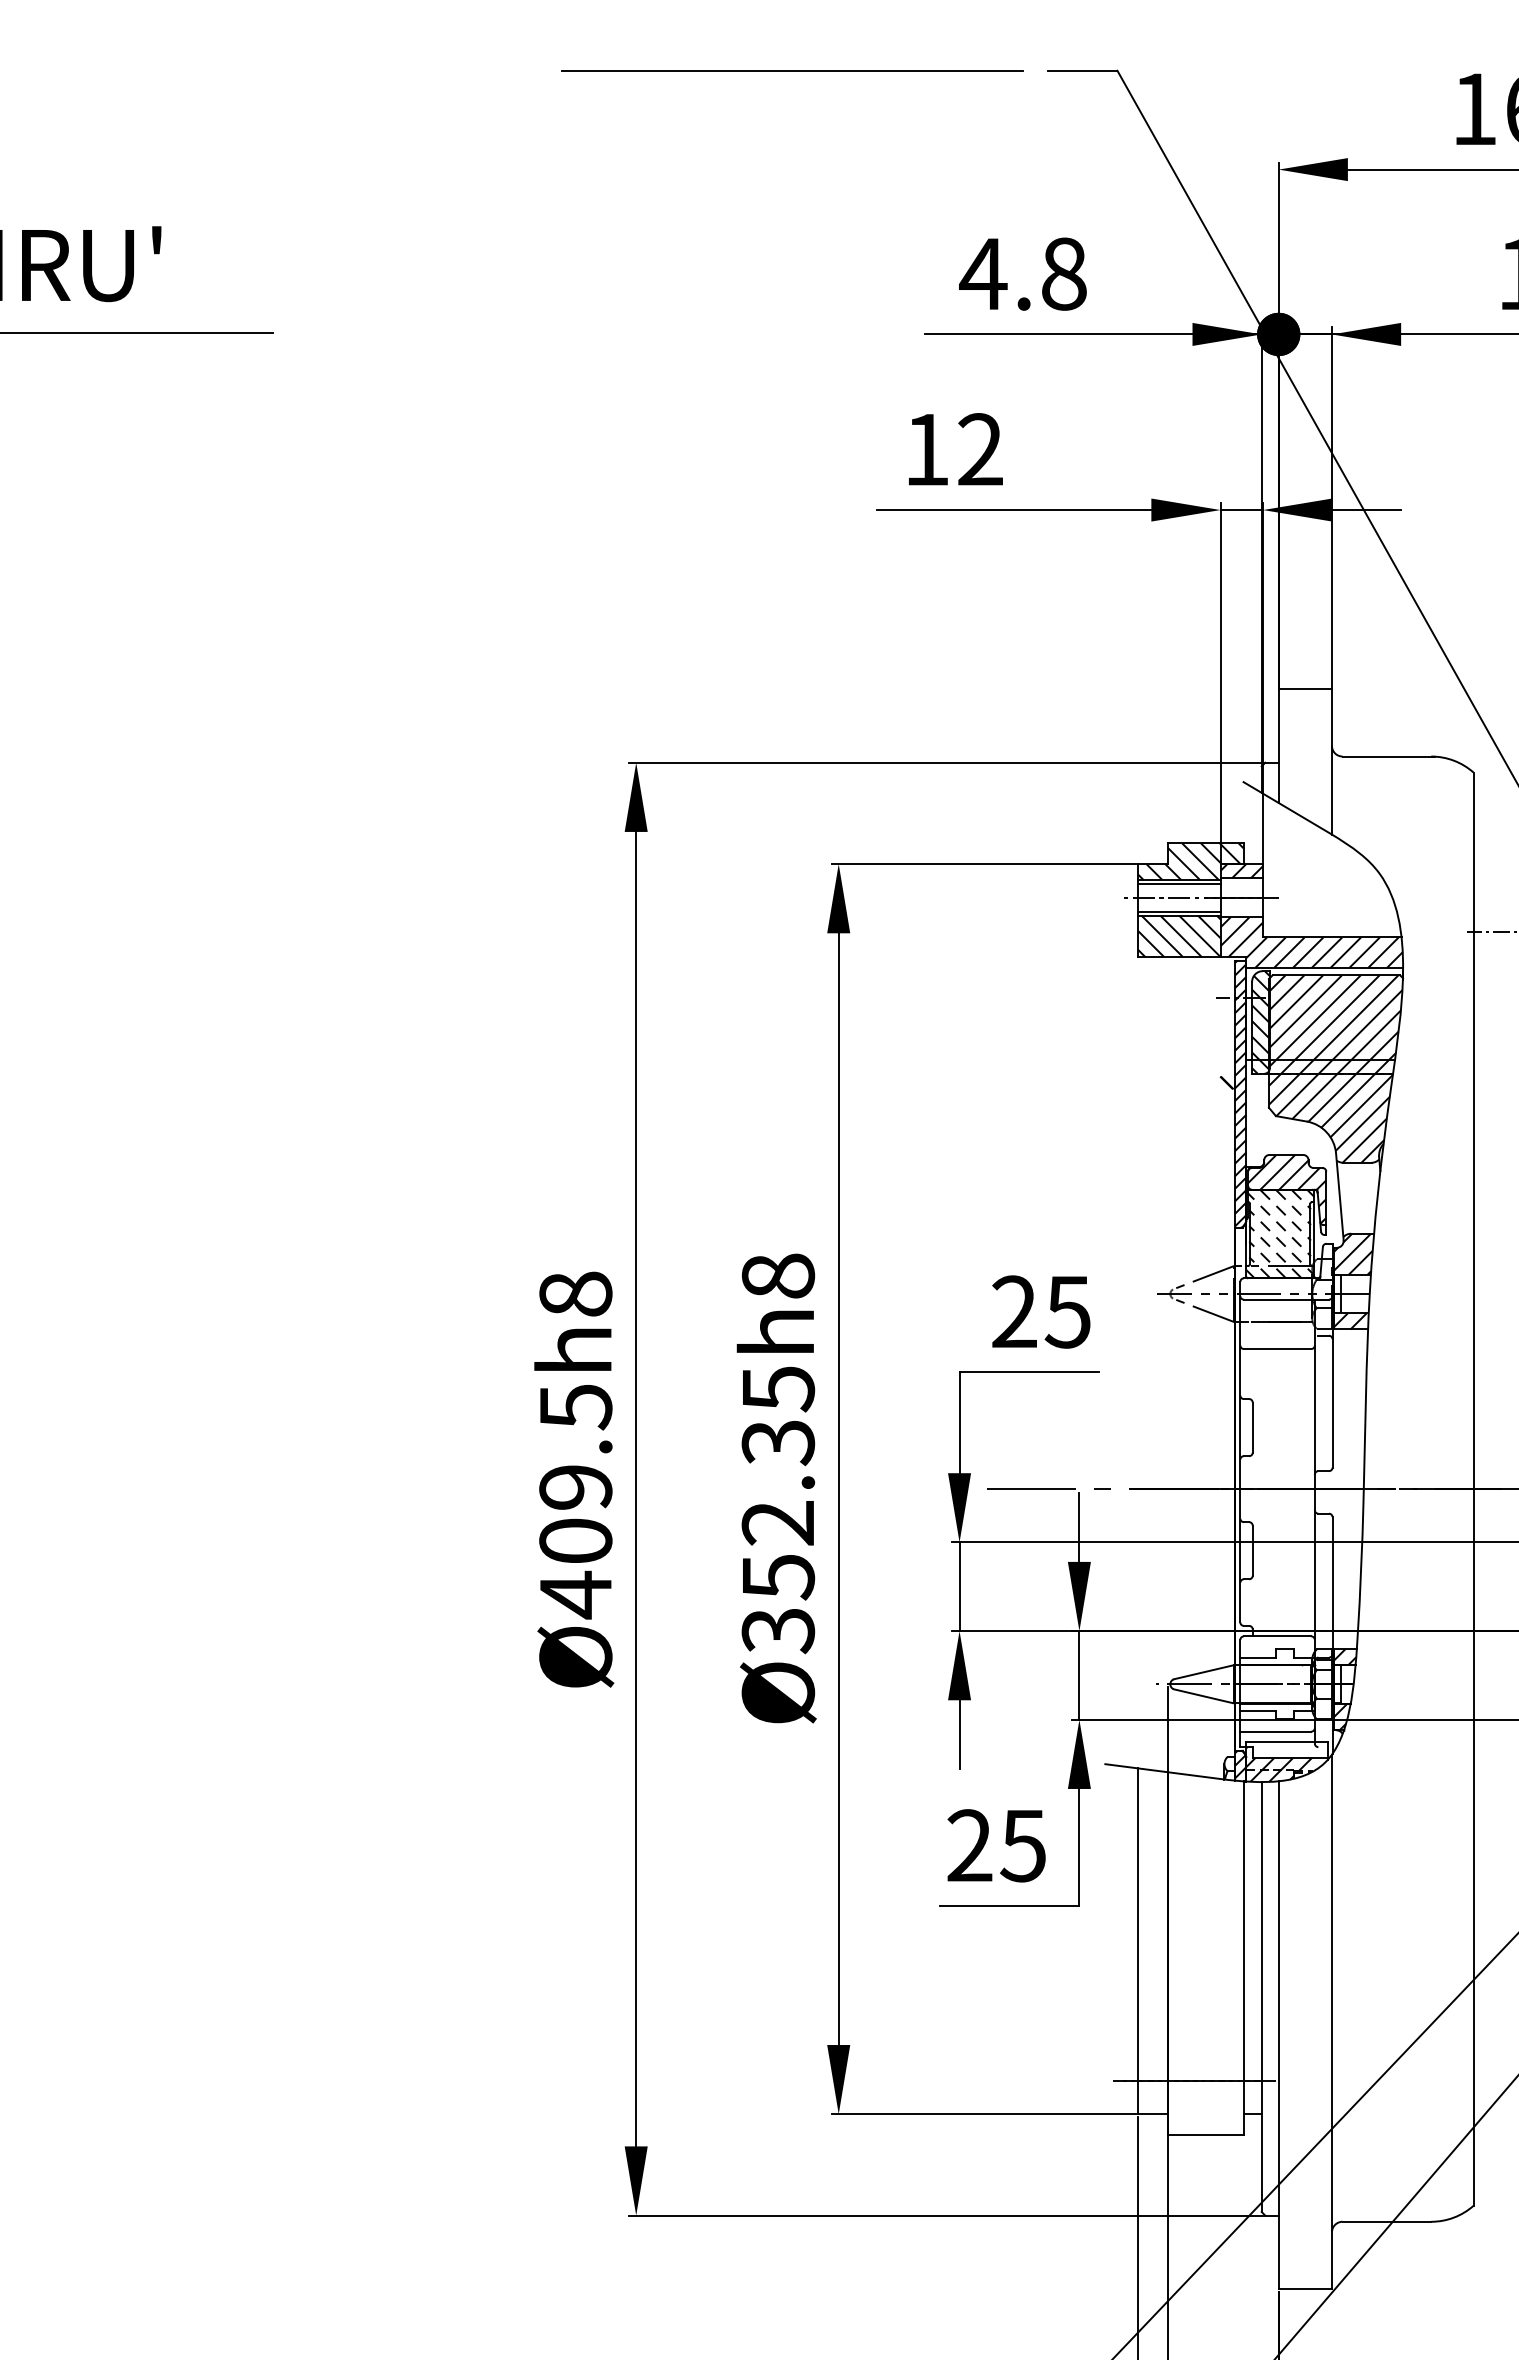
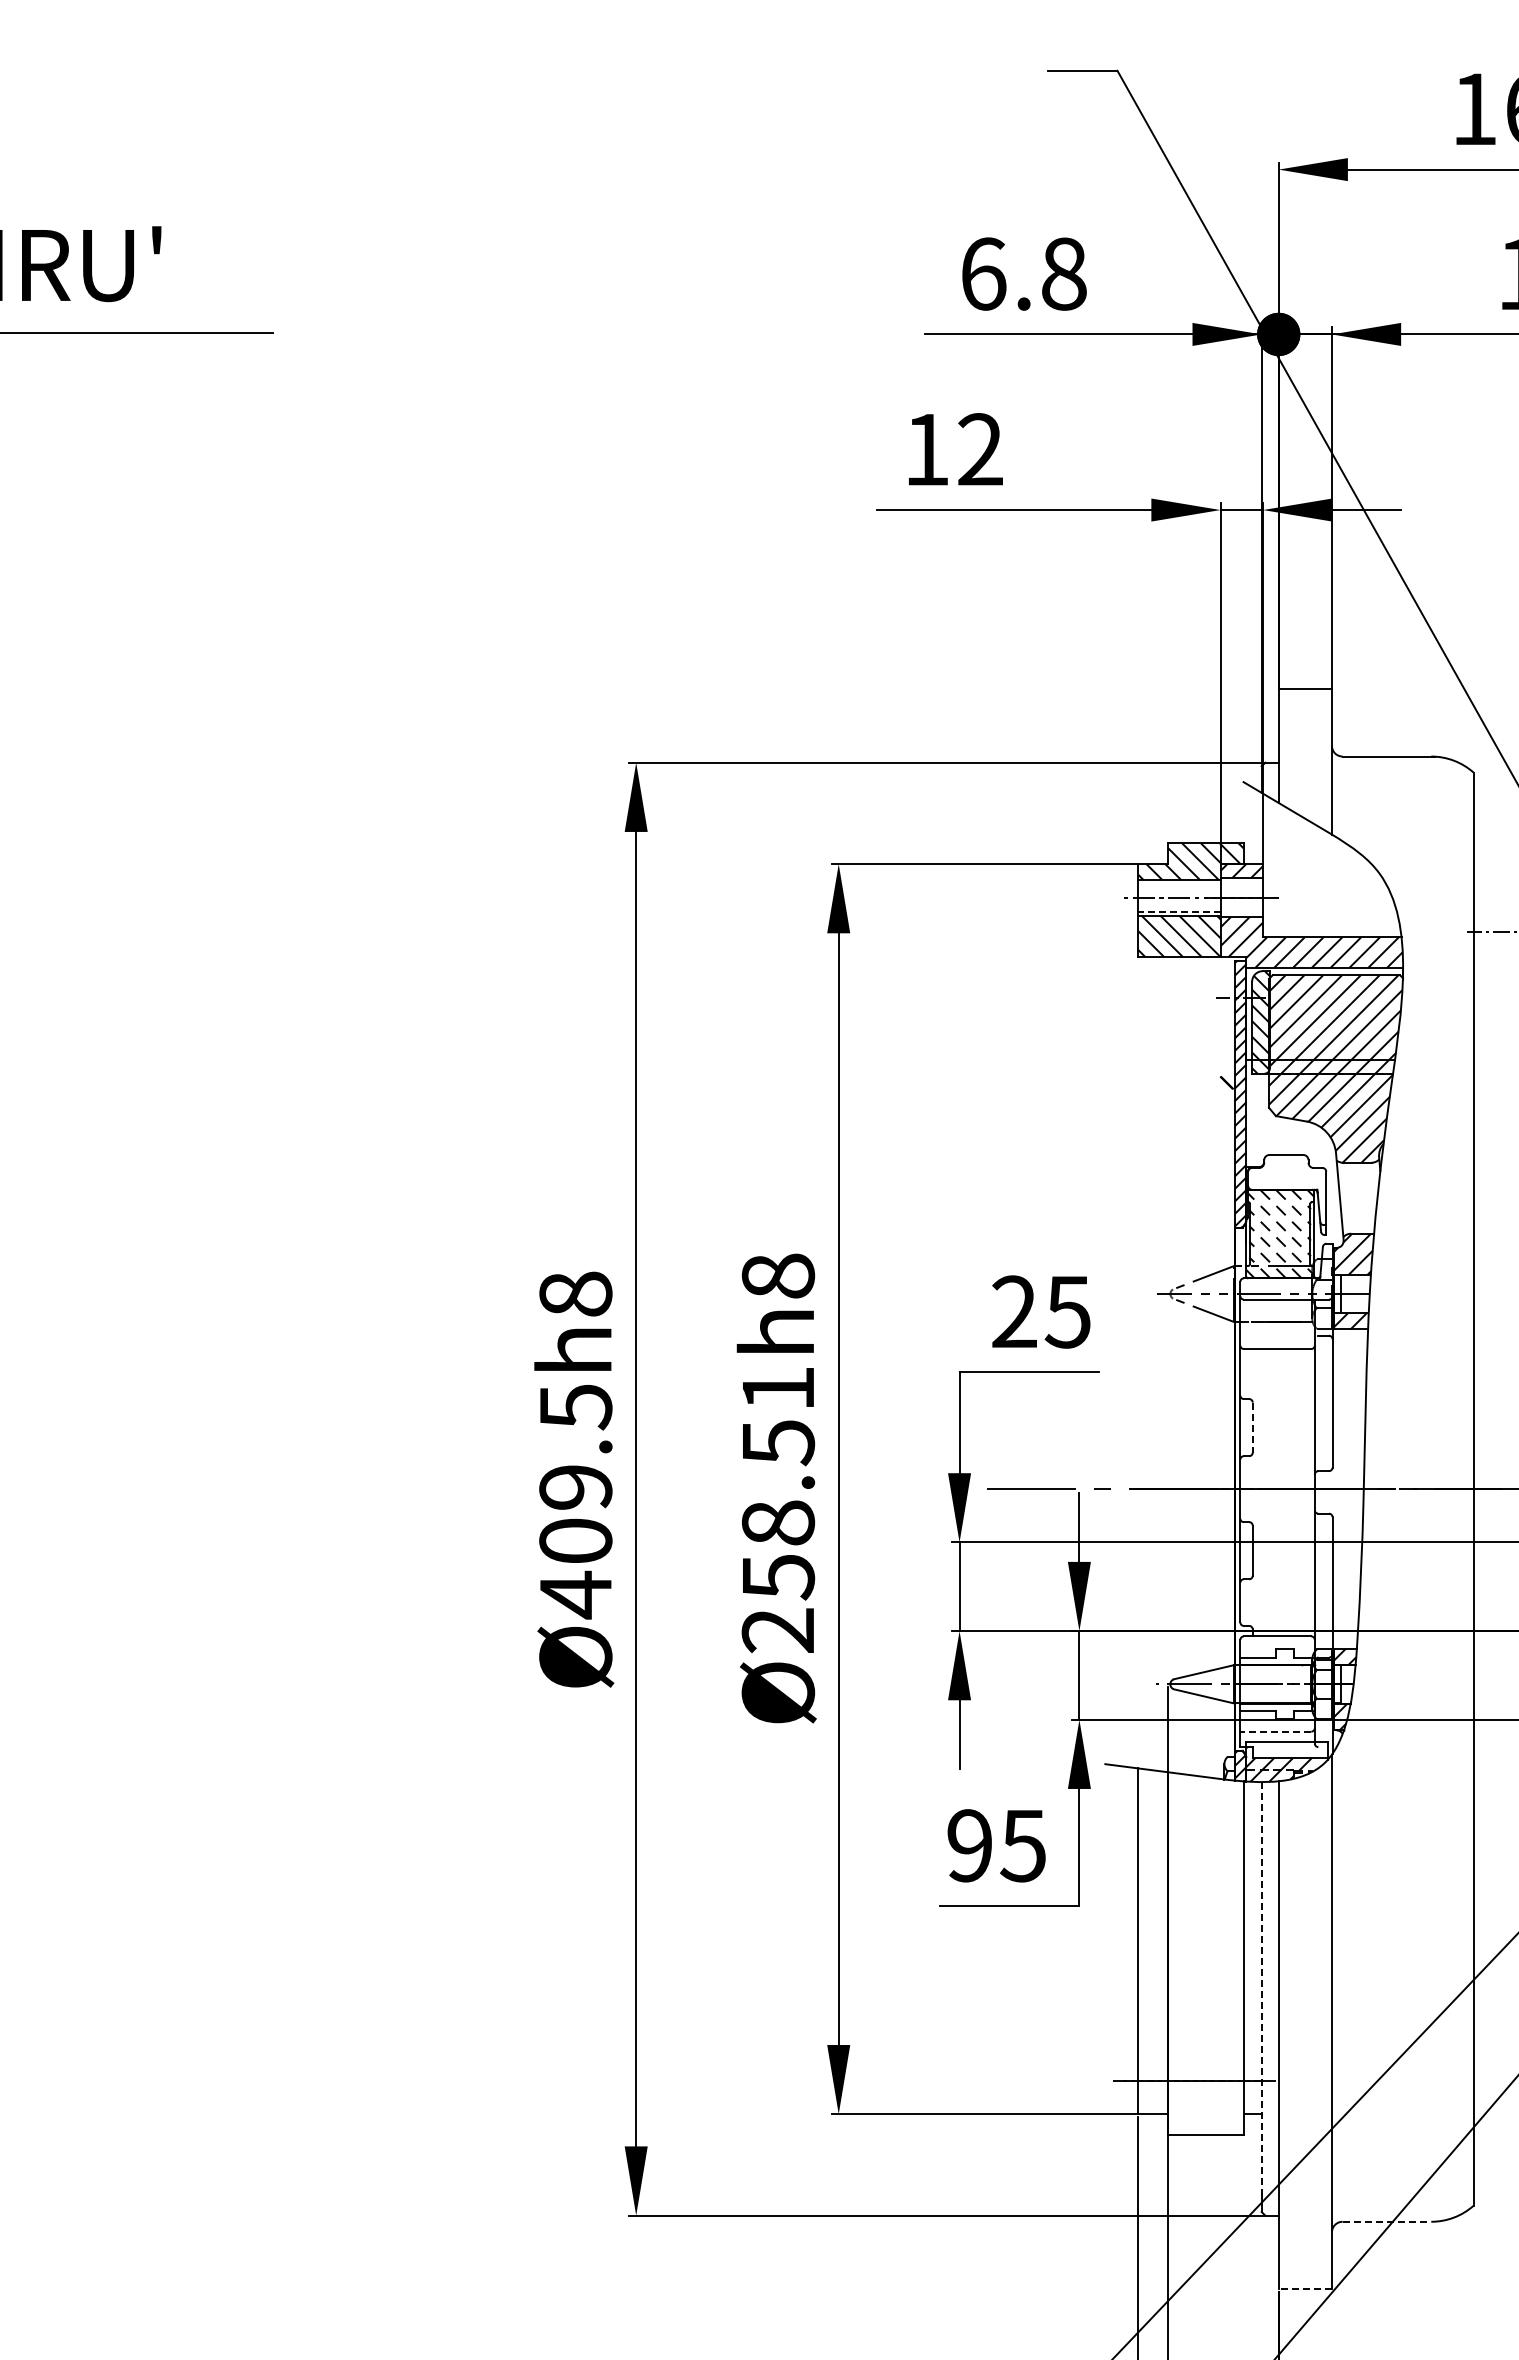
line at (792, 70): present -> none
text at (983, 273): 4.8 -> 6.8
line at (1179, 883): present -> none
line at (1178, 911): solid -> dashed
hatch at (1286, 1188): present -> none
line at (1252, 1428): solid -> dashed
text at (778, 1510): Ø352.35h8 -> Ø258.51h8
line at (1275, 1731): solid -> dashed
text at (969, 1845): 25 -> 95
line at (1261, 1988): solid -> dashed
line at (1387, 2221): solid -> dashed
line at (1305, 2289): solid -> dashed
